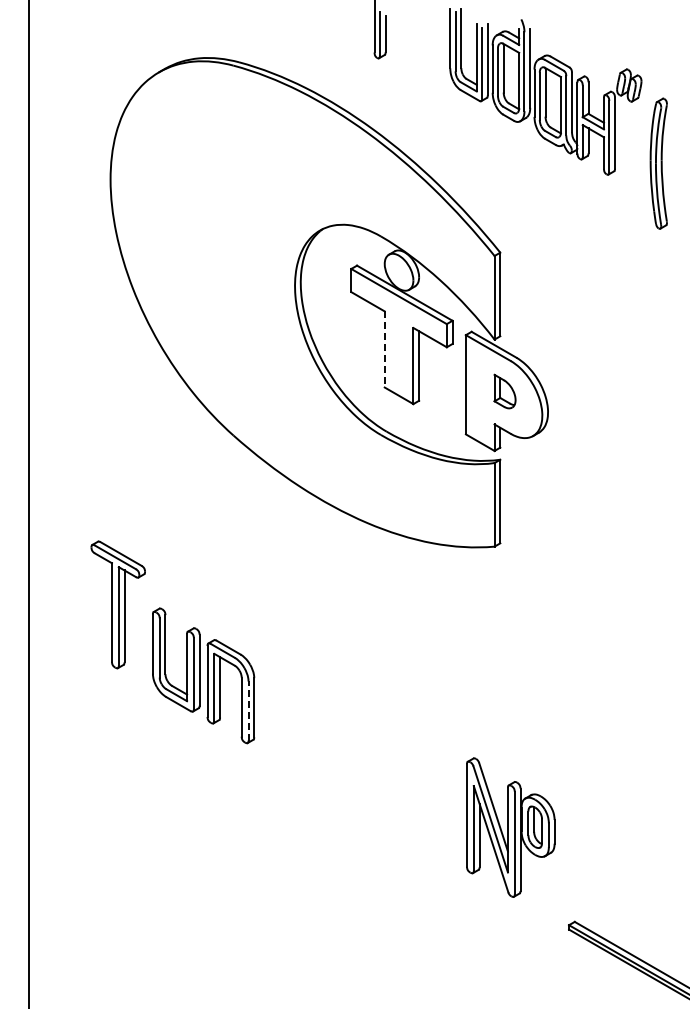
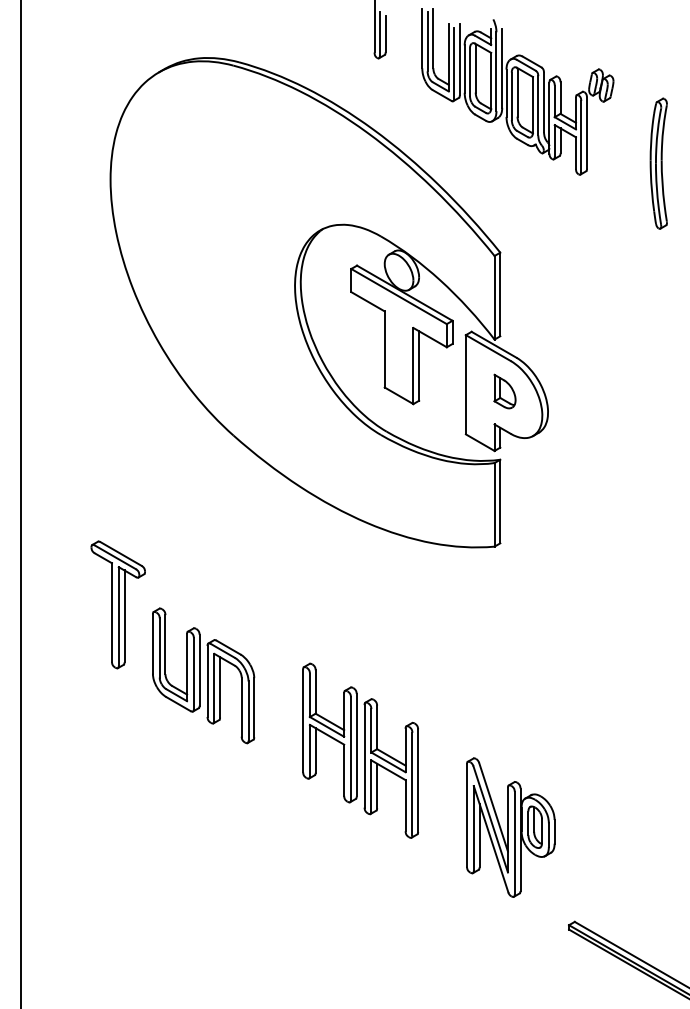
part at (545, 91) position: (545, 91) -> (517, 91)
line at (384, 349): dashed -> solid
line at (28, 503) position: (28, 503) -> (20, 503)
line at (248, 711): dashed -> solid
part at (360, 750): none -> present
